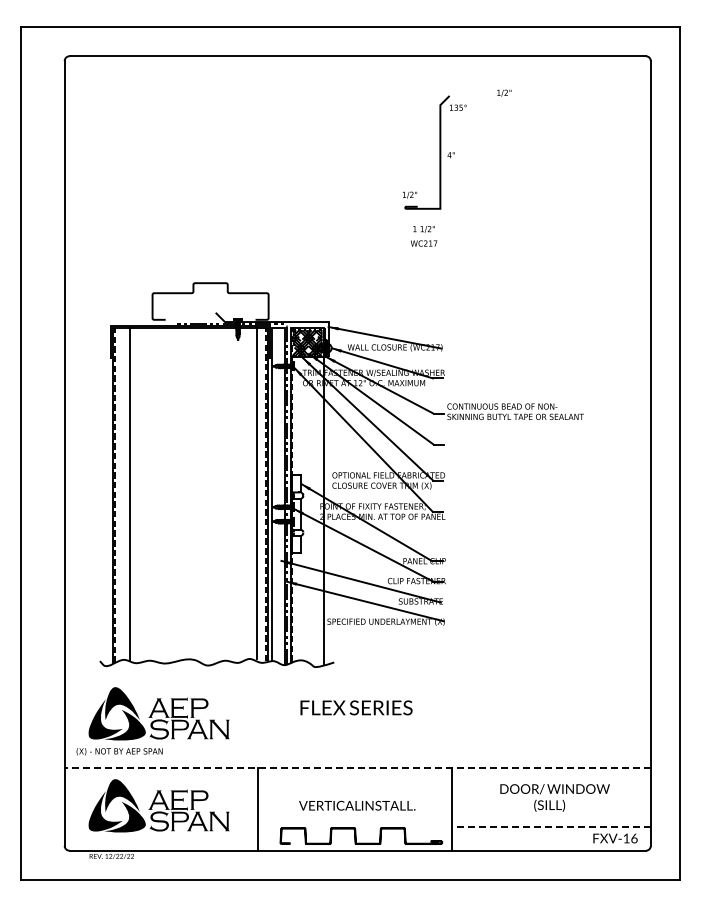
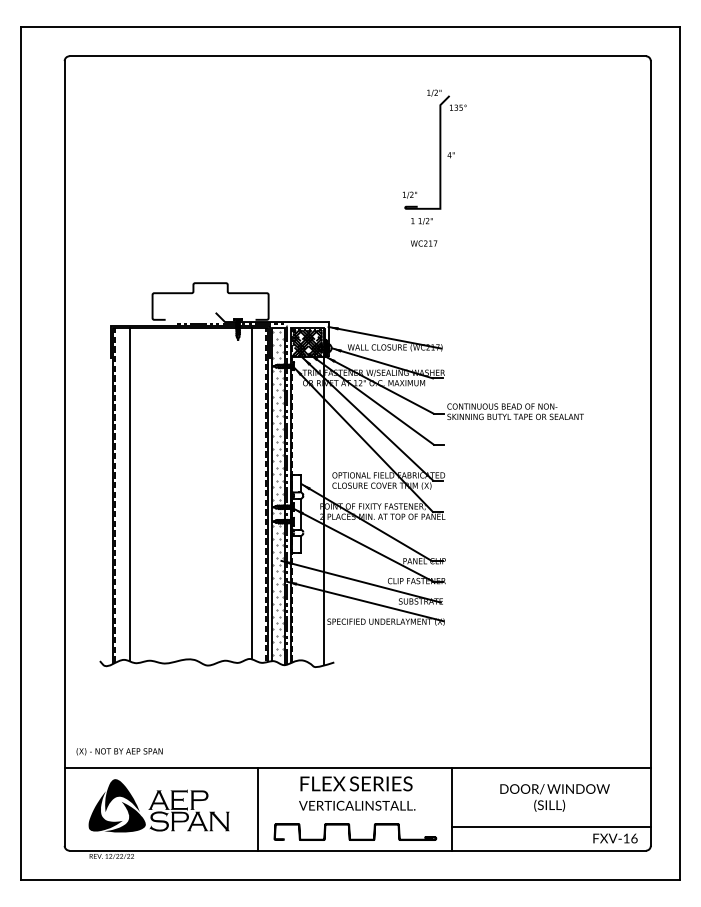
text at (504, 92) position: (504, 92) -> (434, 92)
text at (423, 229) position: (423, 229) -> (421, 221)
line at (257, 493) position: (257, 493) -> (252, 493)
hatch at (278, 493): none -> present
text at (356, 707) position: (356, 707) -> (356, 783)
part at (158, 713): present -> none
line at (357, 768): dashed -> solid
line at (551, 826): dashed -> solid
part at (361, 835) position: (361, 835) -> (355, 831)
